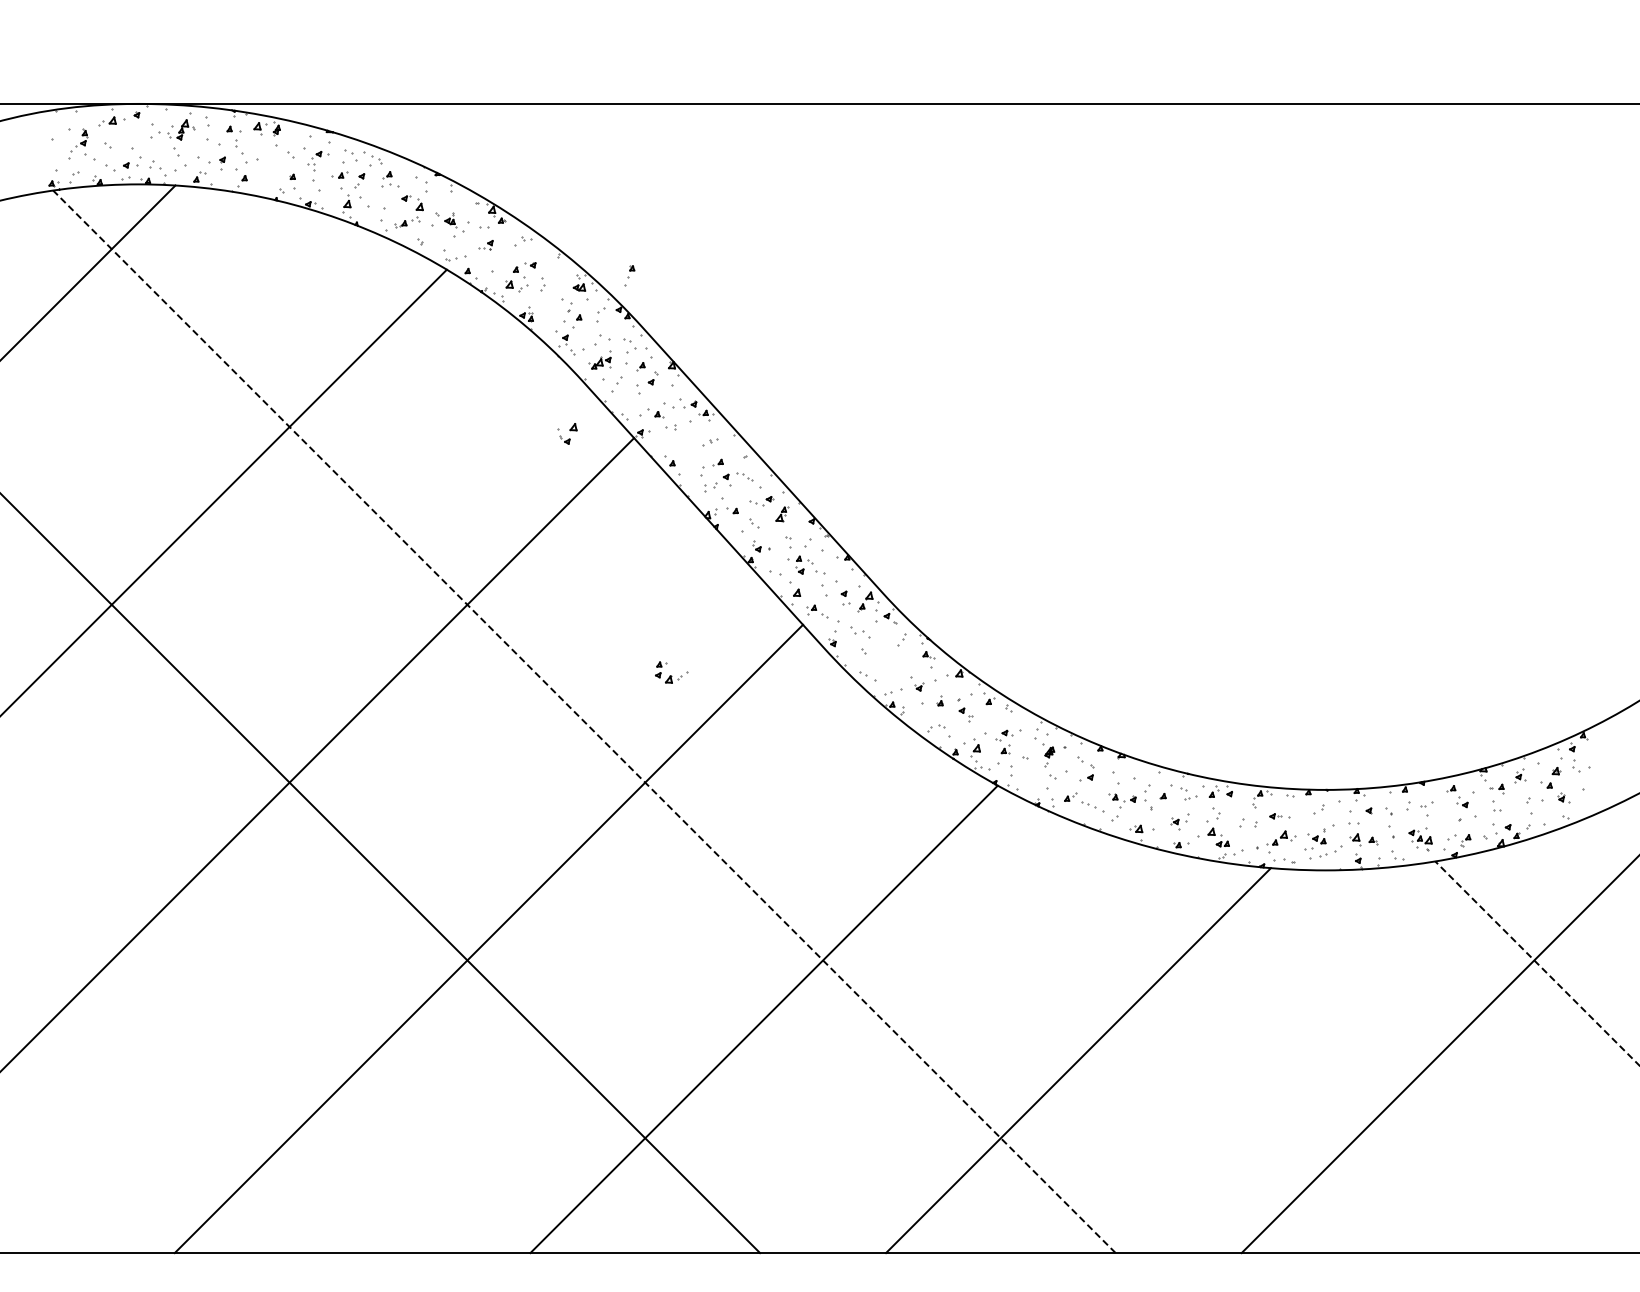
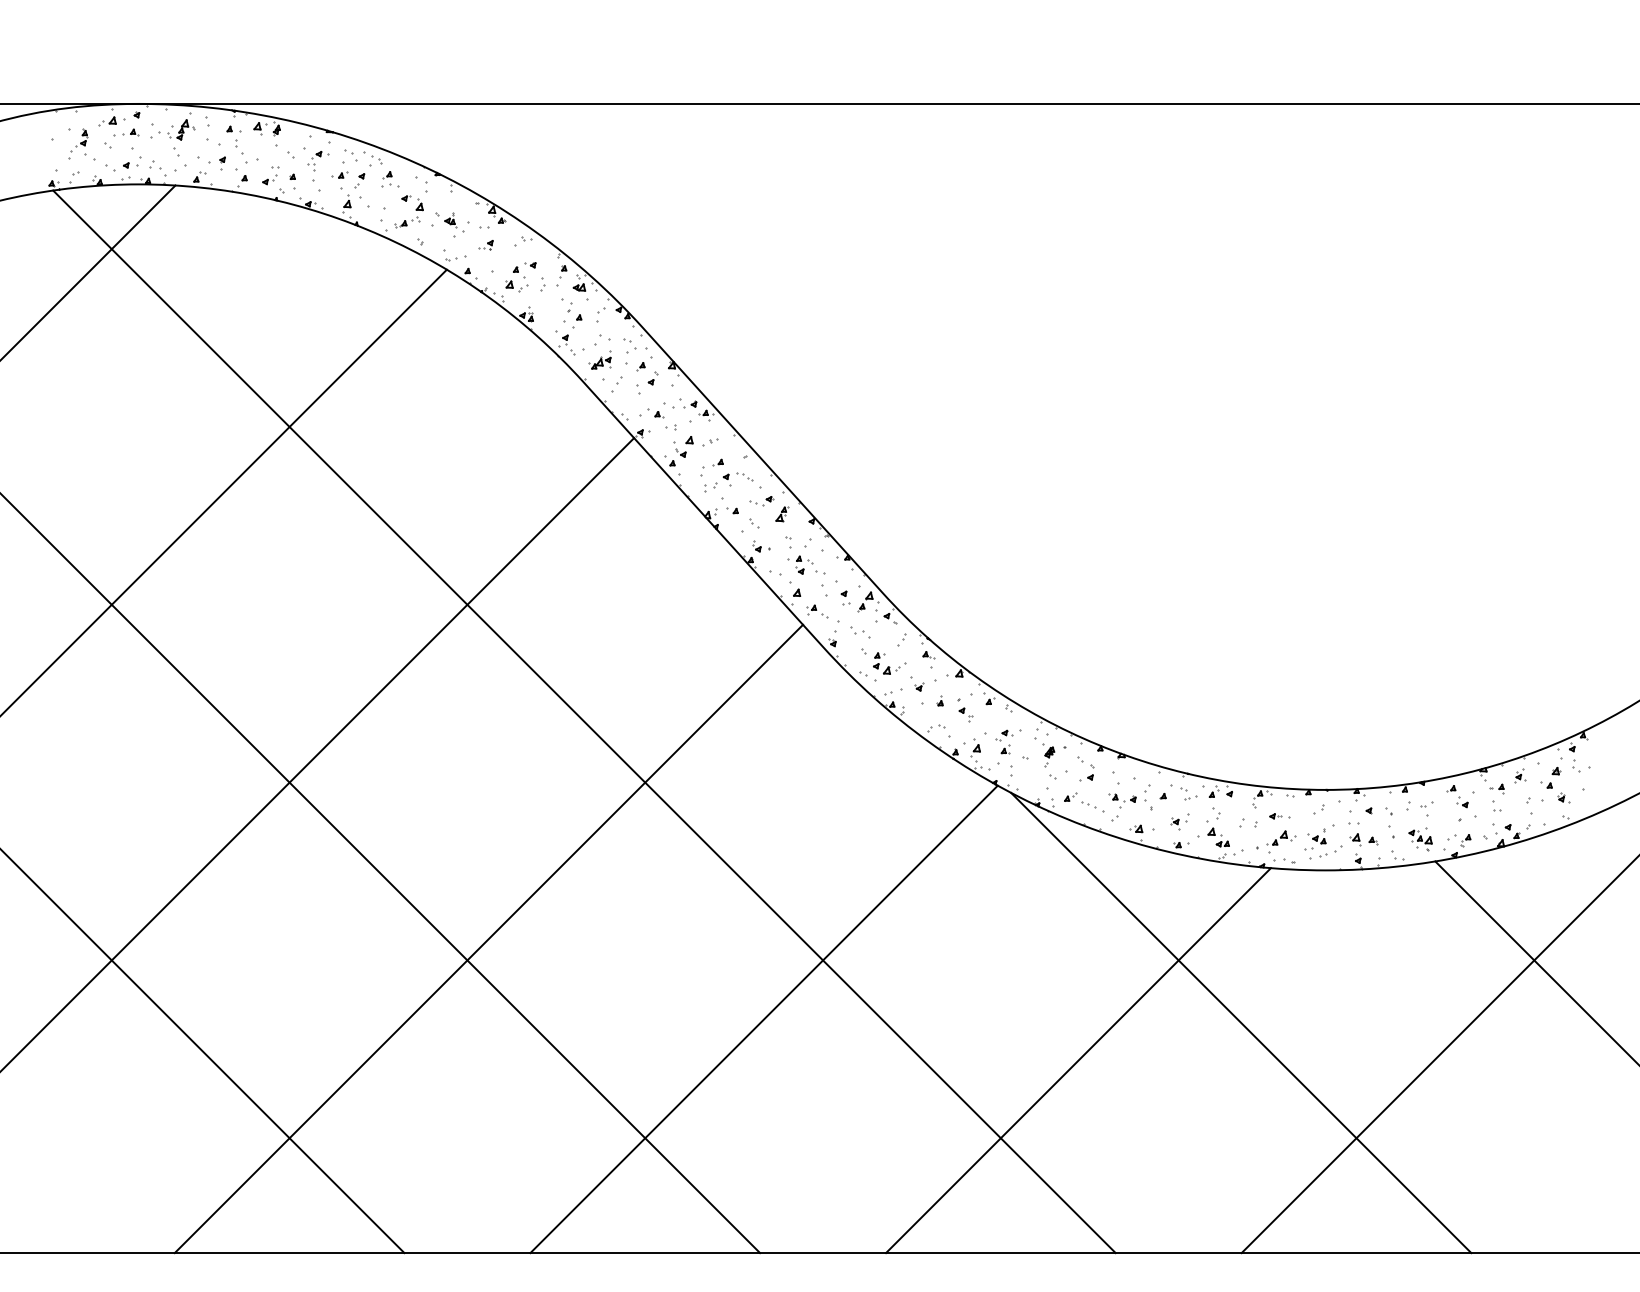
part at (126, 132): none -> present
part at (270, 175): none -> present
part at (629, 275) position: (629, 275) -> (561, 275)
part at (567, 433) position: (567, 433) -> (683, 446)
part at (671, 672) position: (671, 672) -> (889, 663)
line at (584, 721): dashed -> solid
line at (1537, 963): dashed -> solid
line at (1241, 1022): none -> present
line at (203, 1052): none -> present
